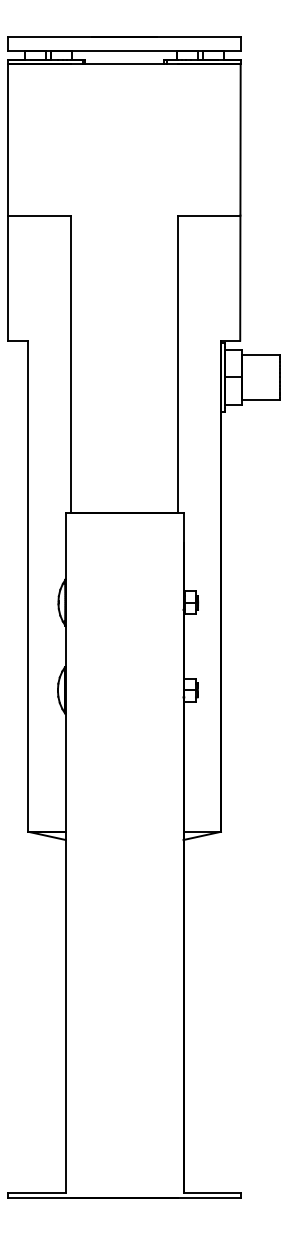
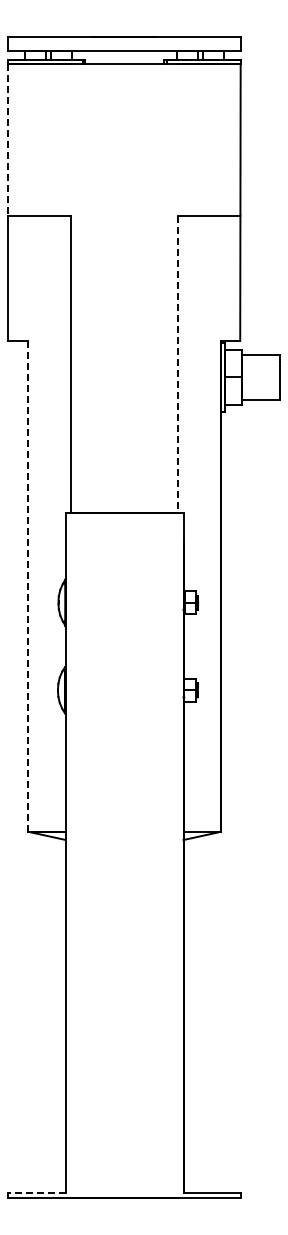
line at (8, 139): solid -> dashed
line at (178, 364): solid -> dashed
line at (28, 586): solid -> dashed
line at (37, 1192): solid -> dashed
